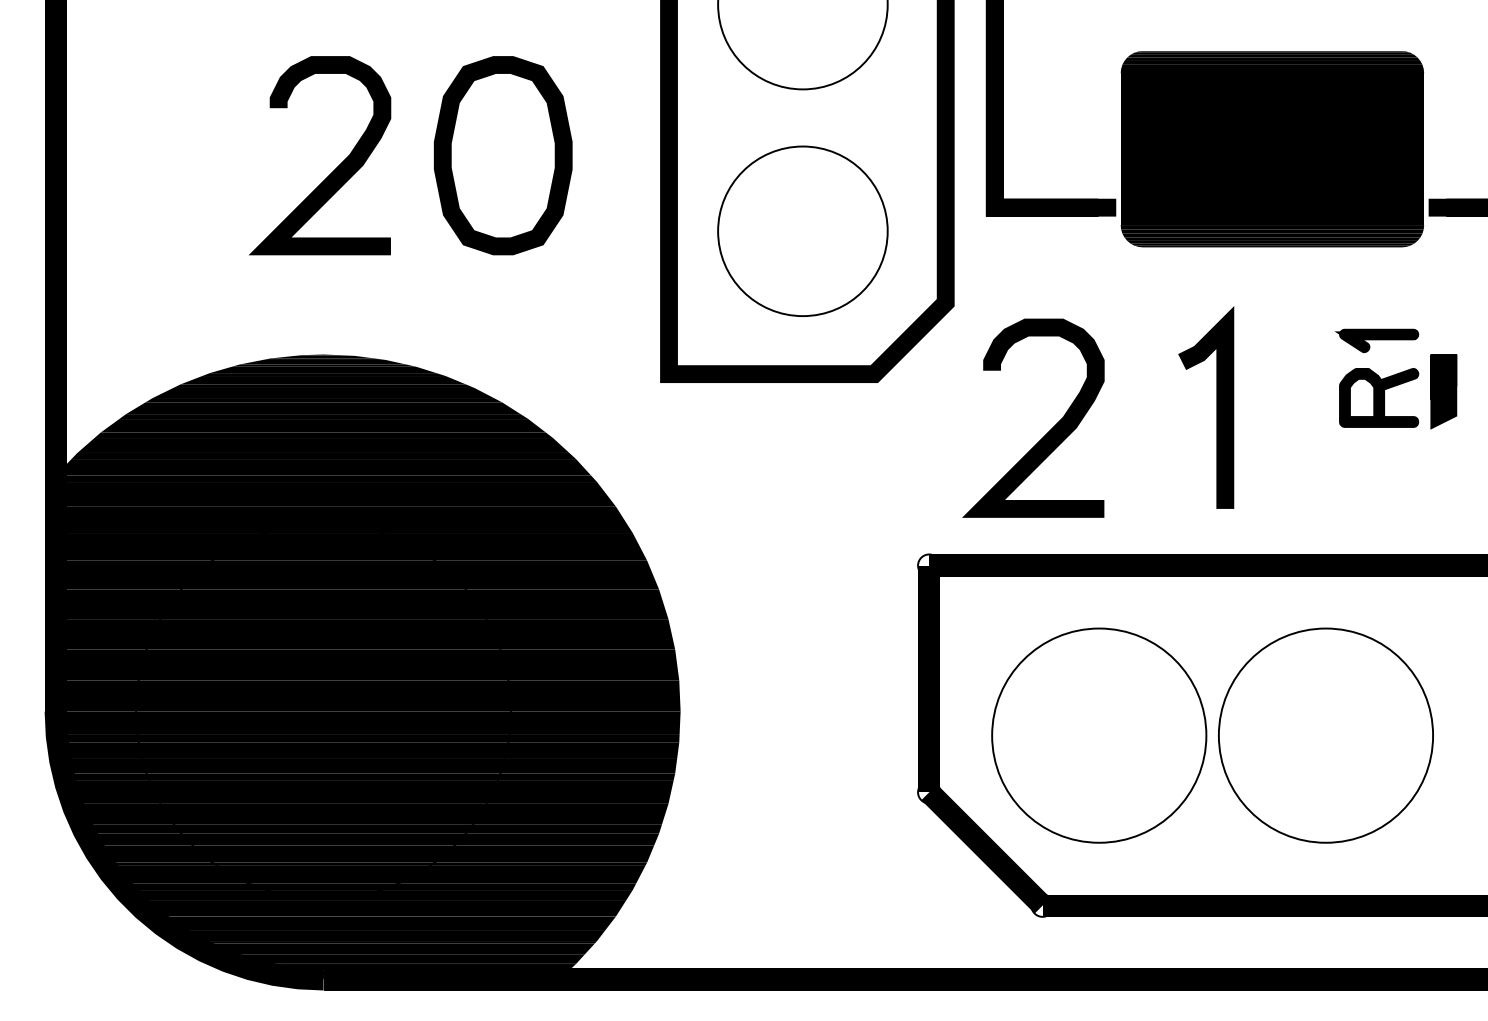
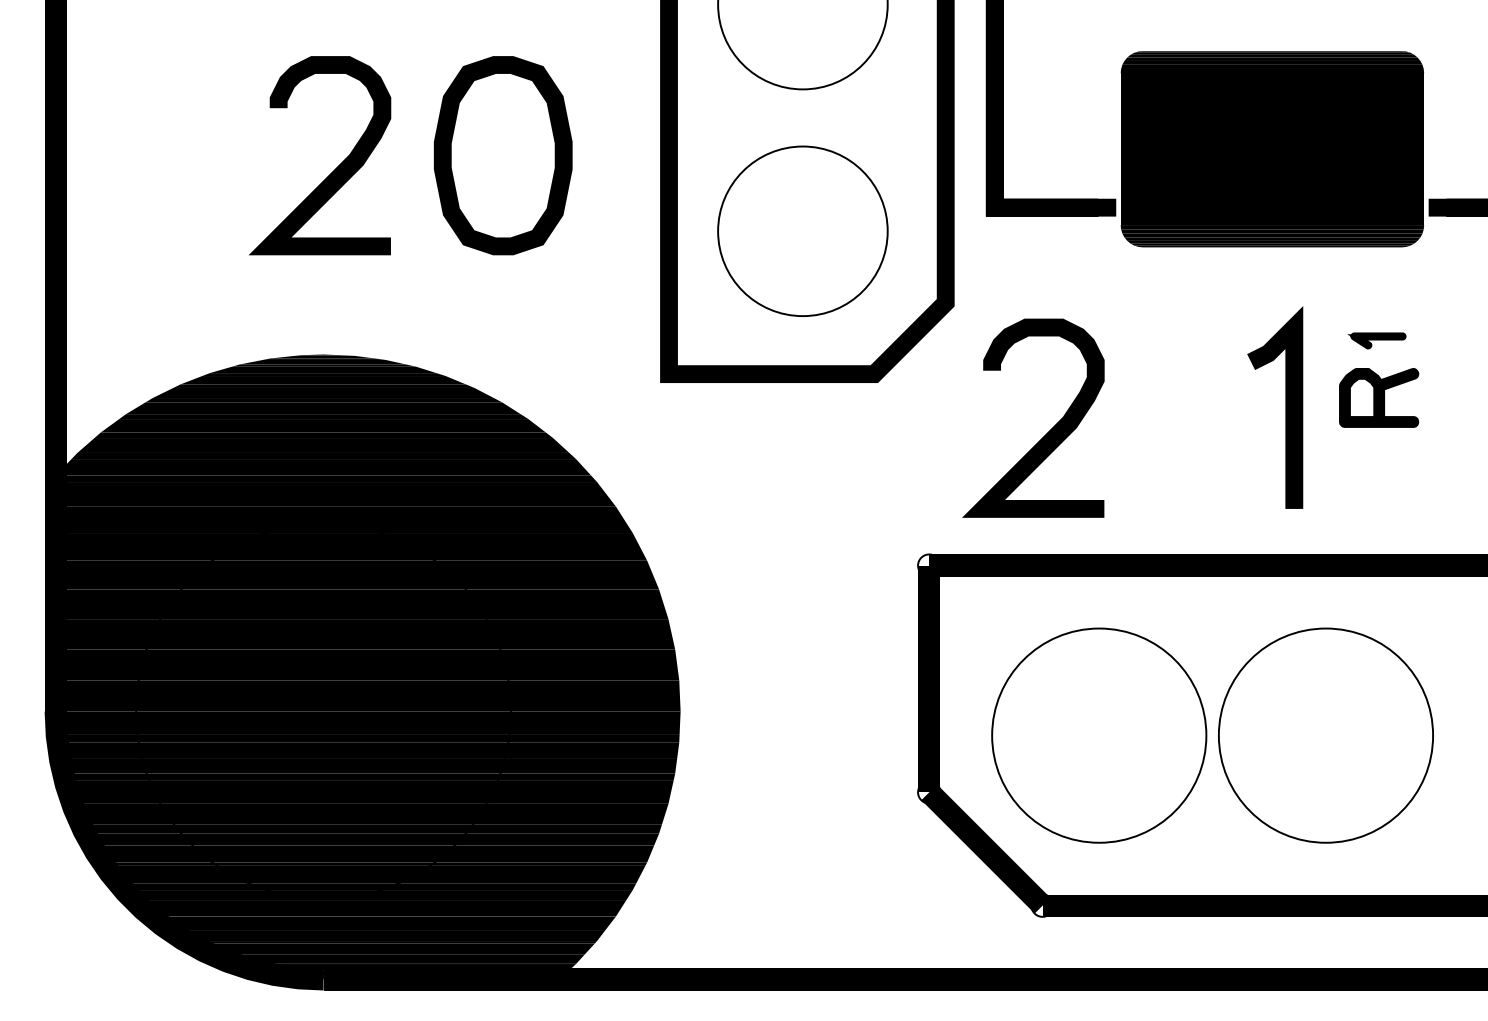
part at (1376, 340) size: 86x26 px -> 60x18 px
part at (1443, 391): present -> none
line at (1216, 407) position: (1216, 407) -> (1285, 407)
